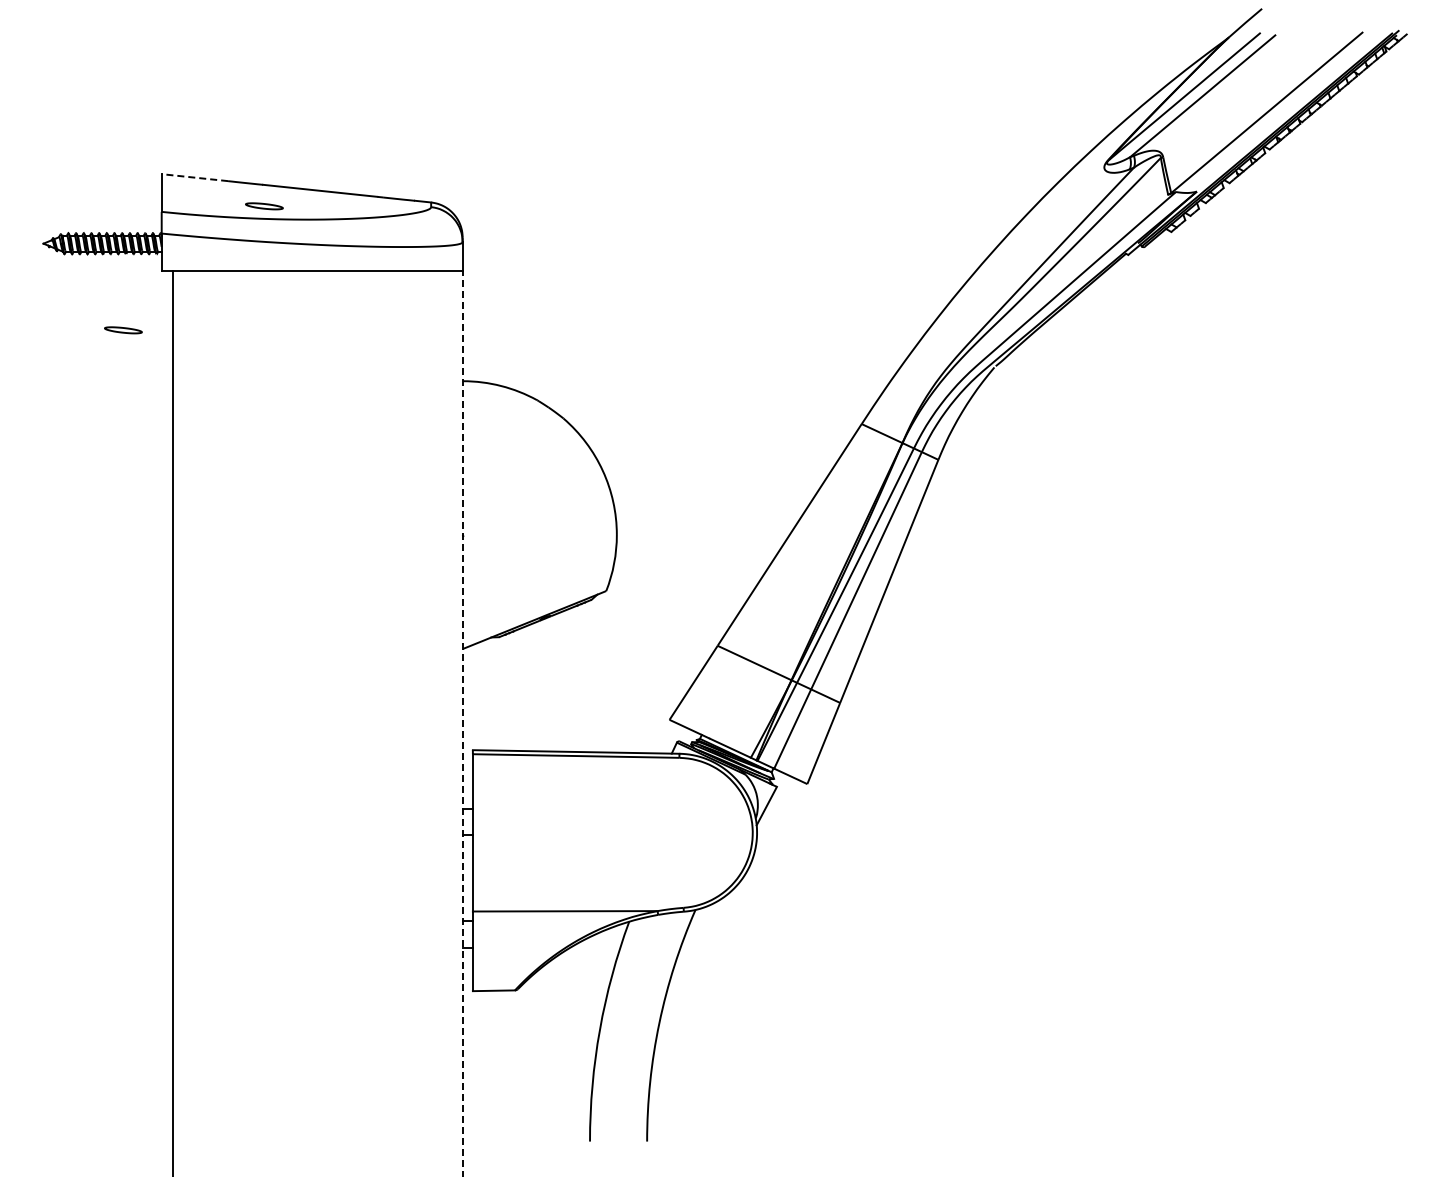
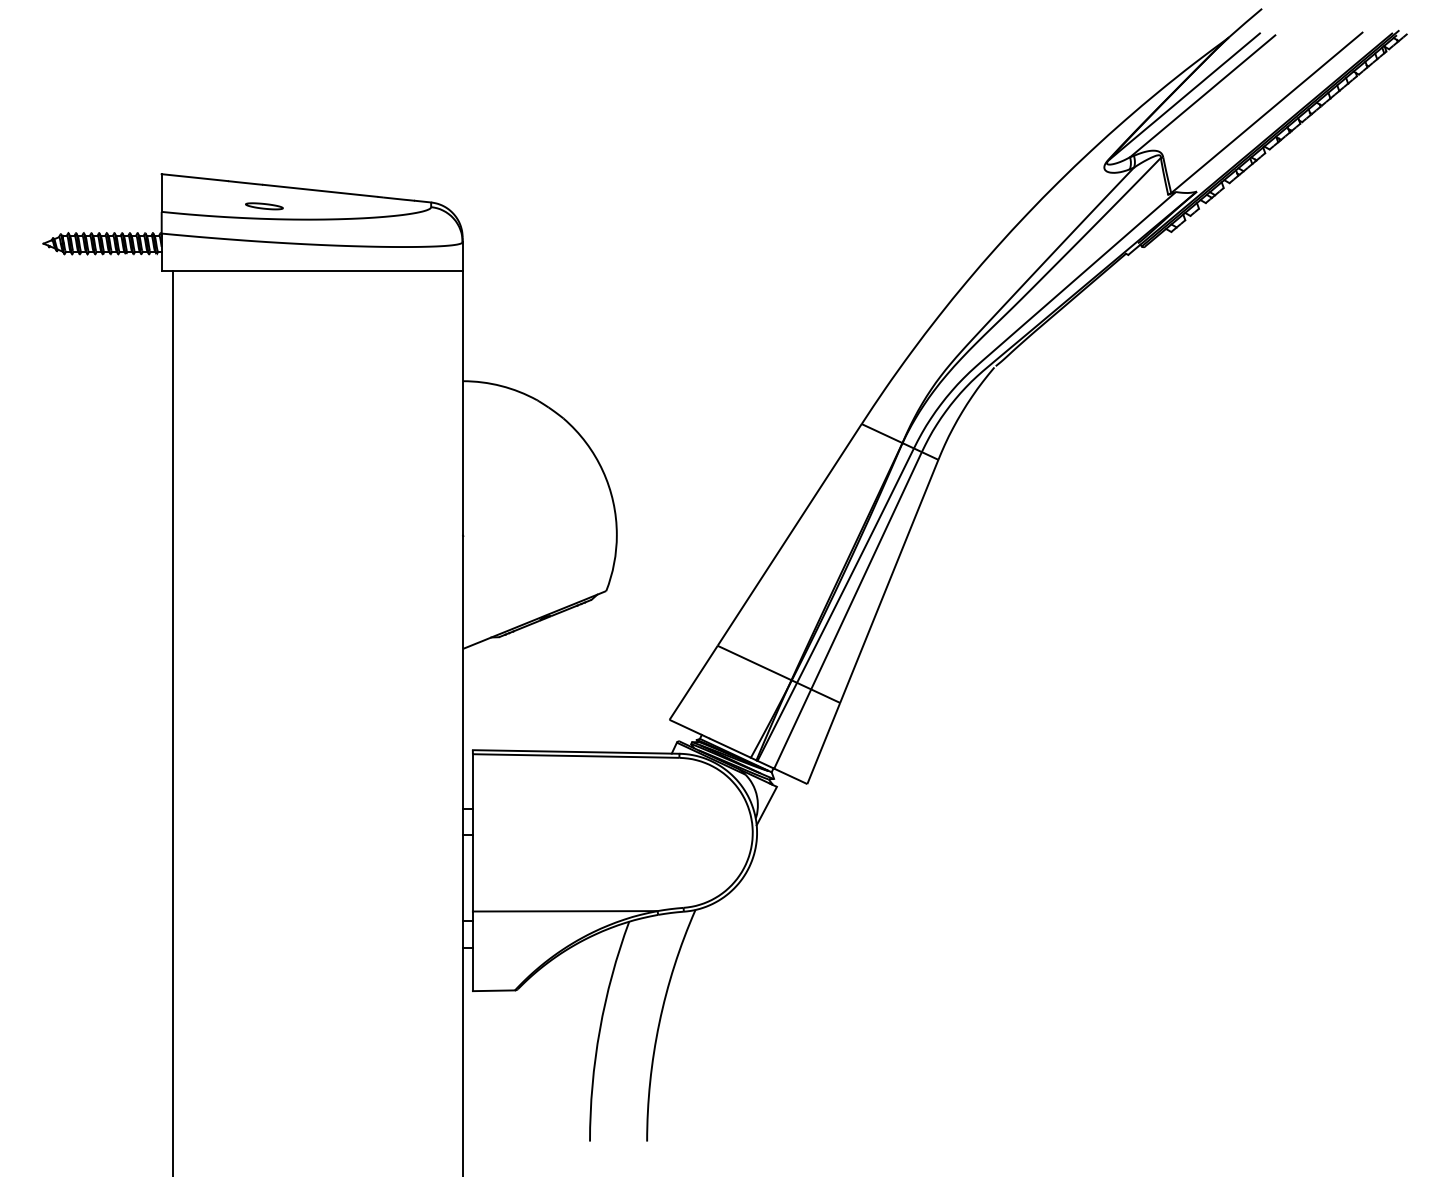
line at (194, 177): dashed -> solid
part at (123, 330): present -> none
line at (463, 723): dashed -> solid
